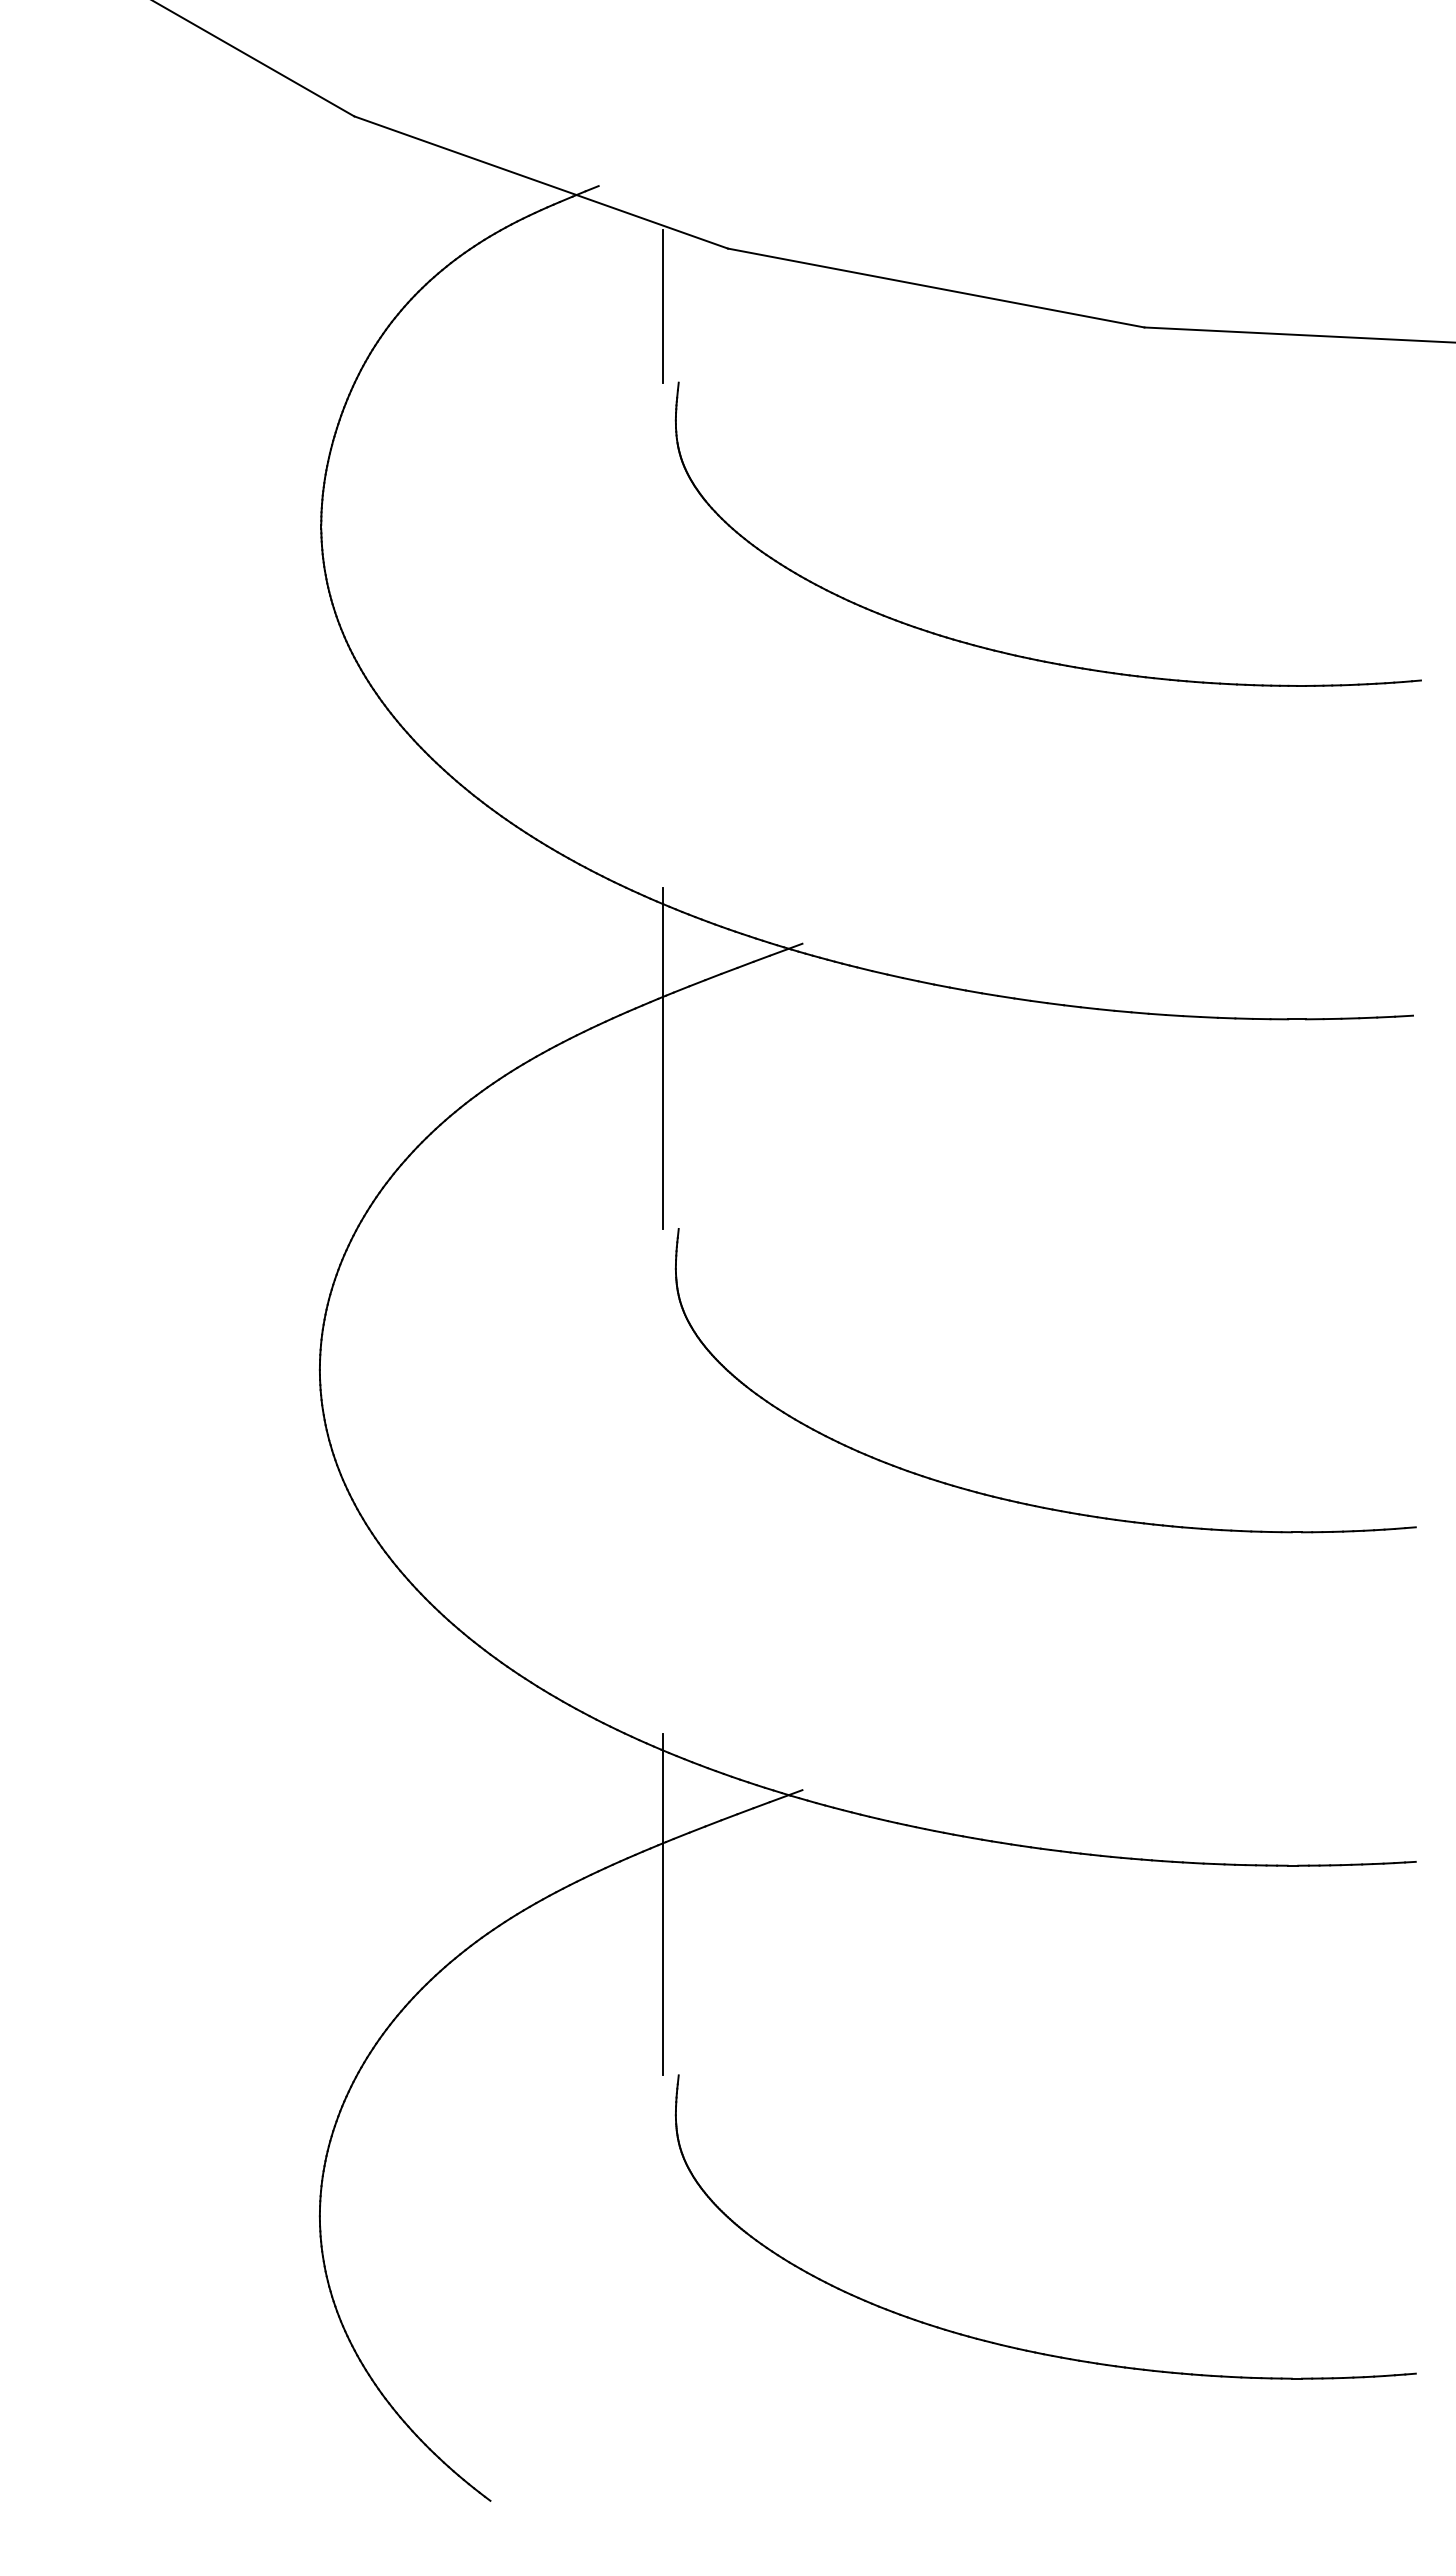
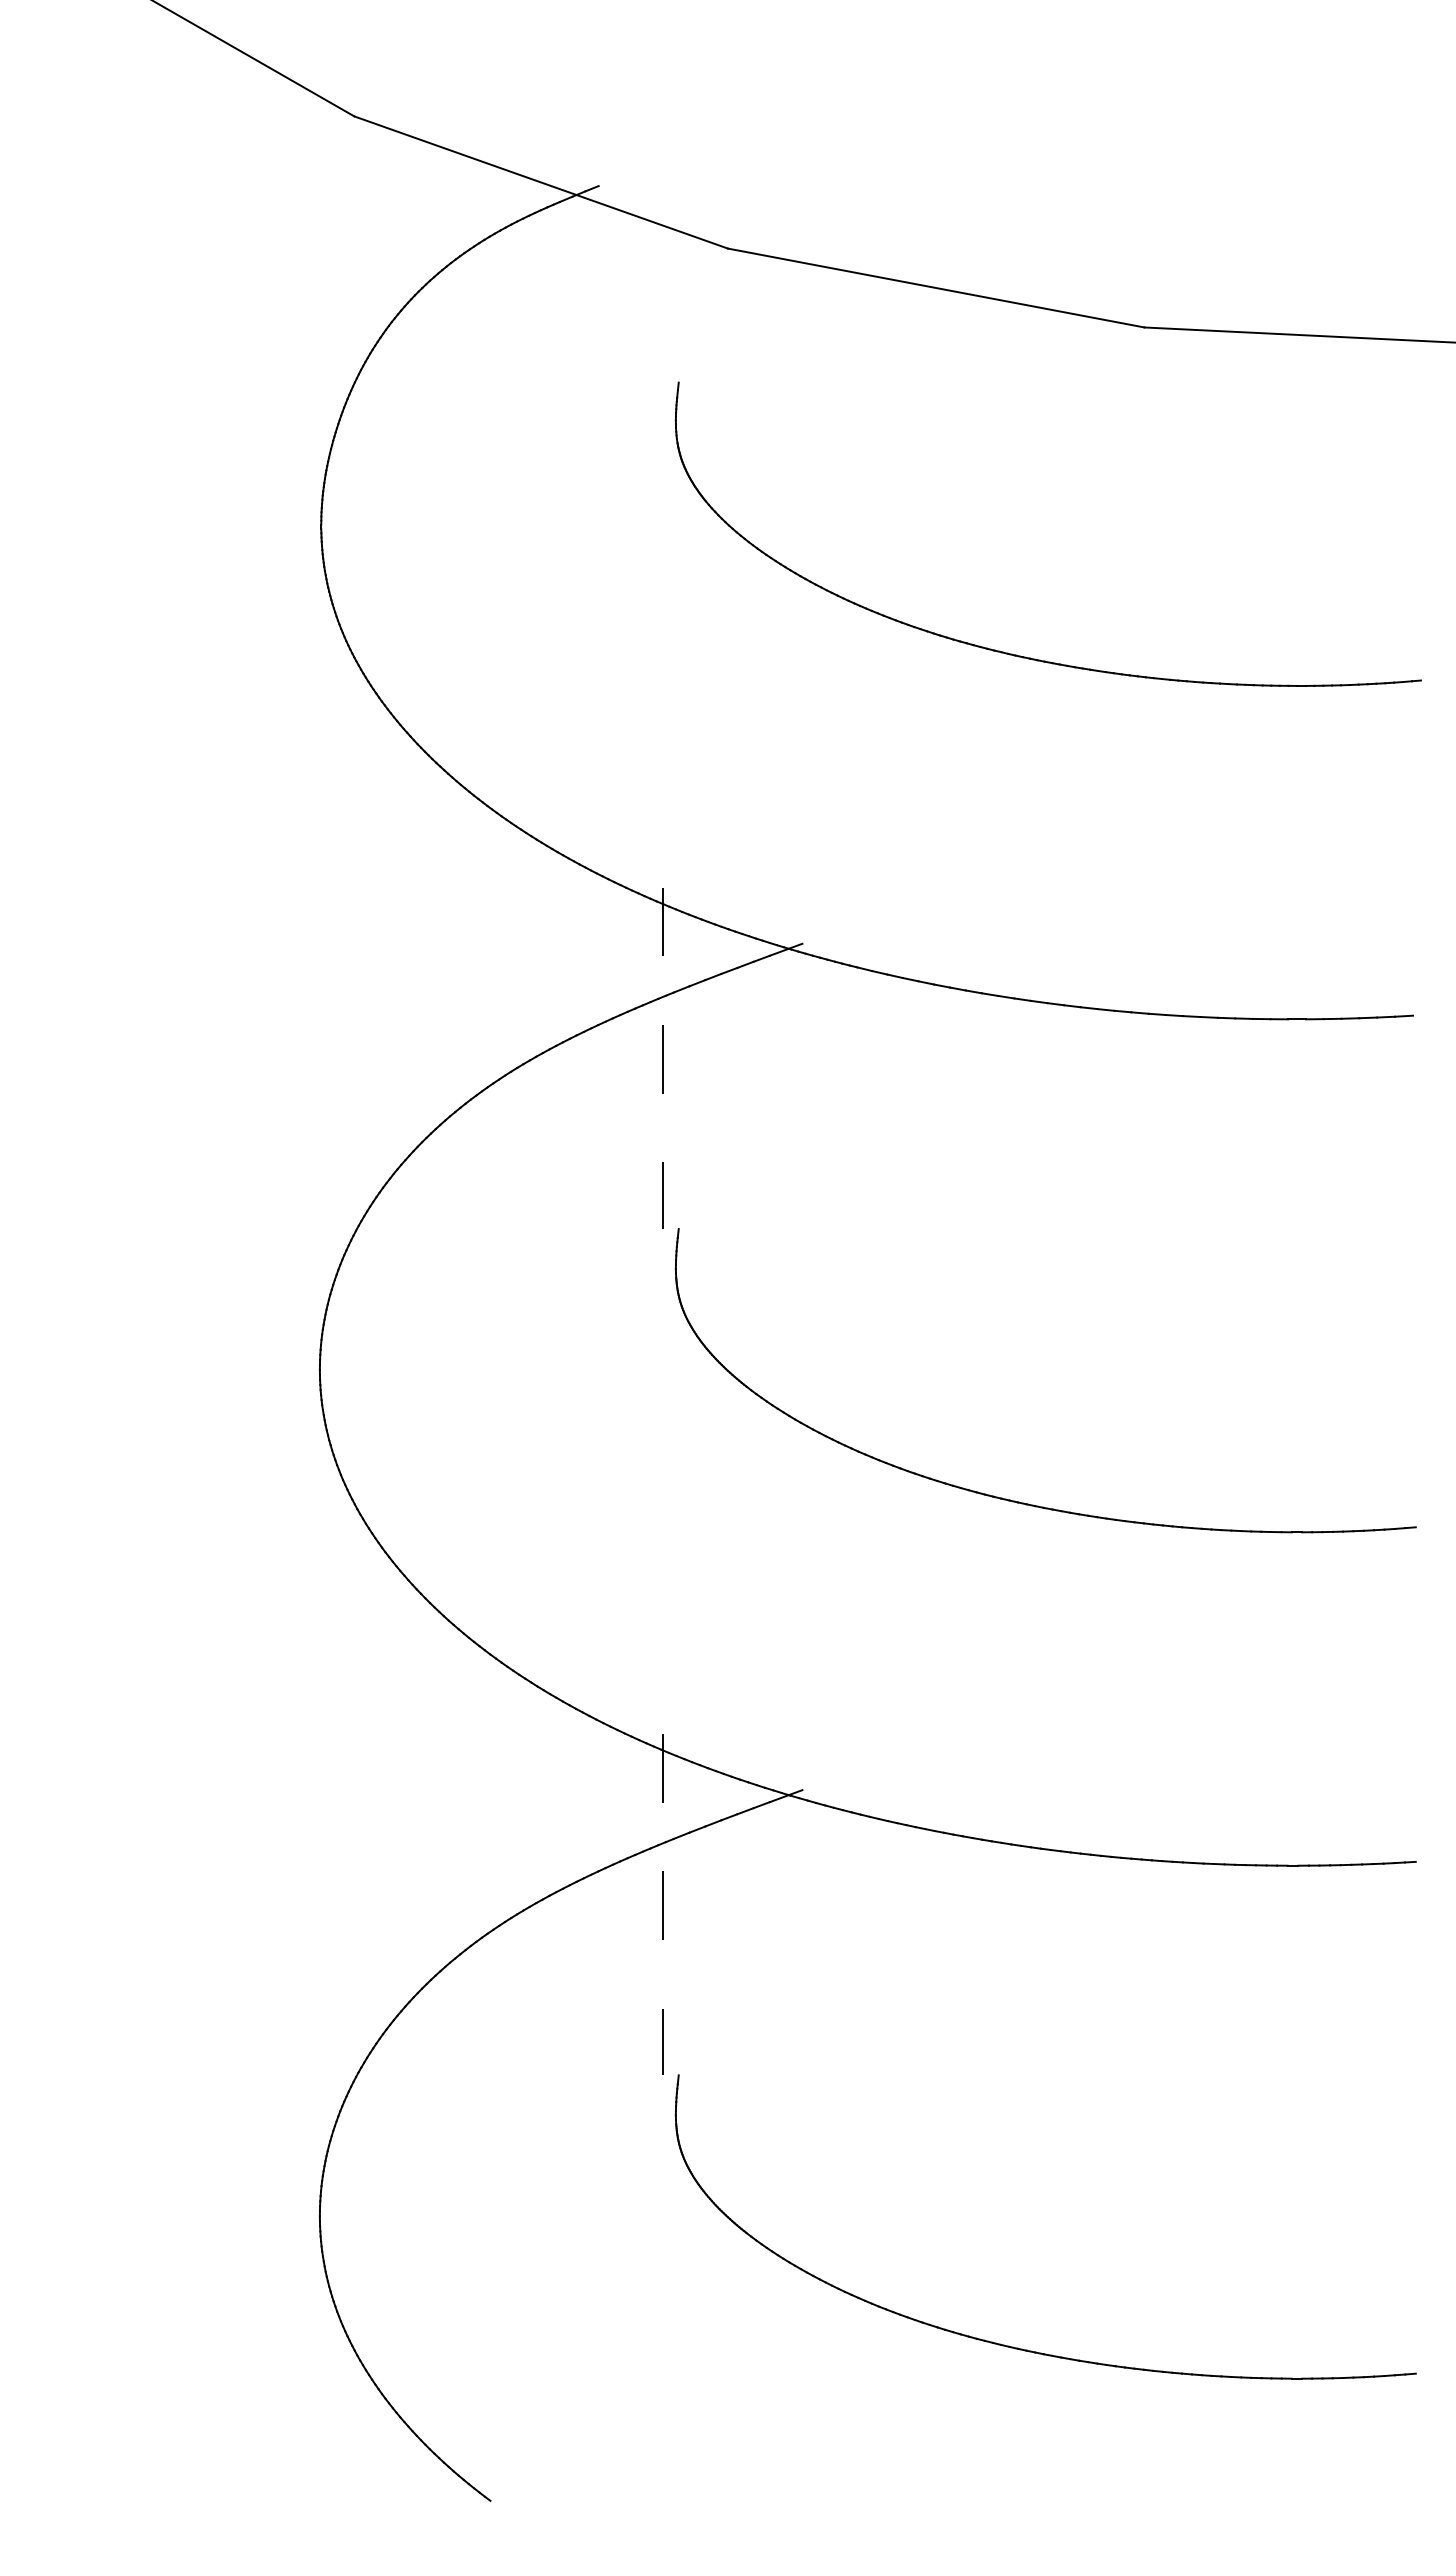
line at (662, 306): present -> none
line at (662, 1058): solid -> dashed
line at (662, 1904): solid -> dashed
